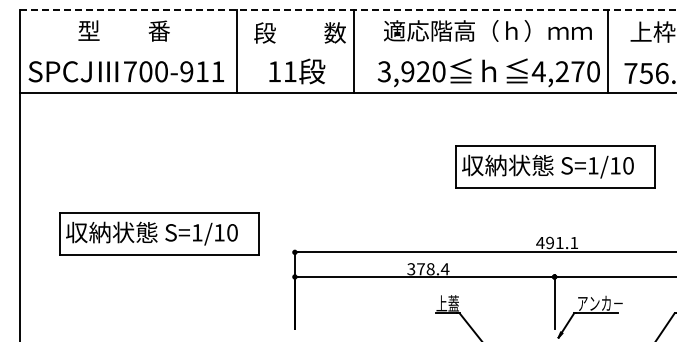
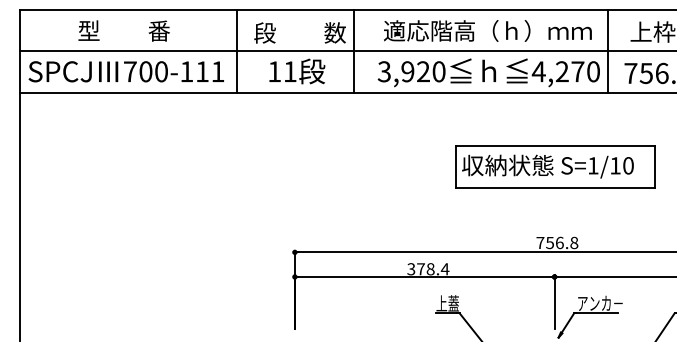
line at (348, 10): dashed -> solid
line at (346, 51): none -> present
text at (186, 71): 700-911 -> 700-111
part at (159, 233): present -> none
text at (557, 242): 491.1 -> 756.8
